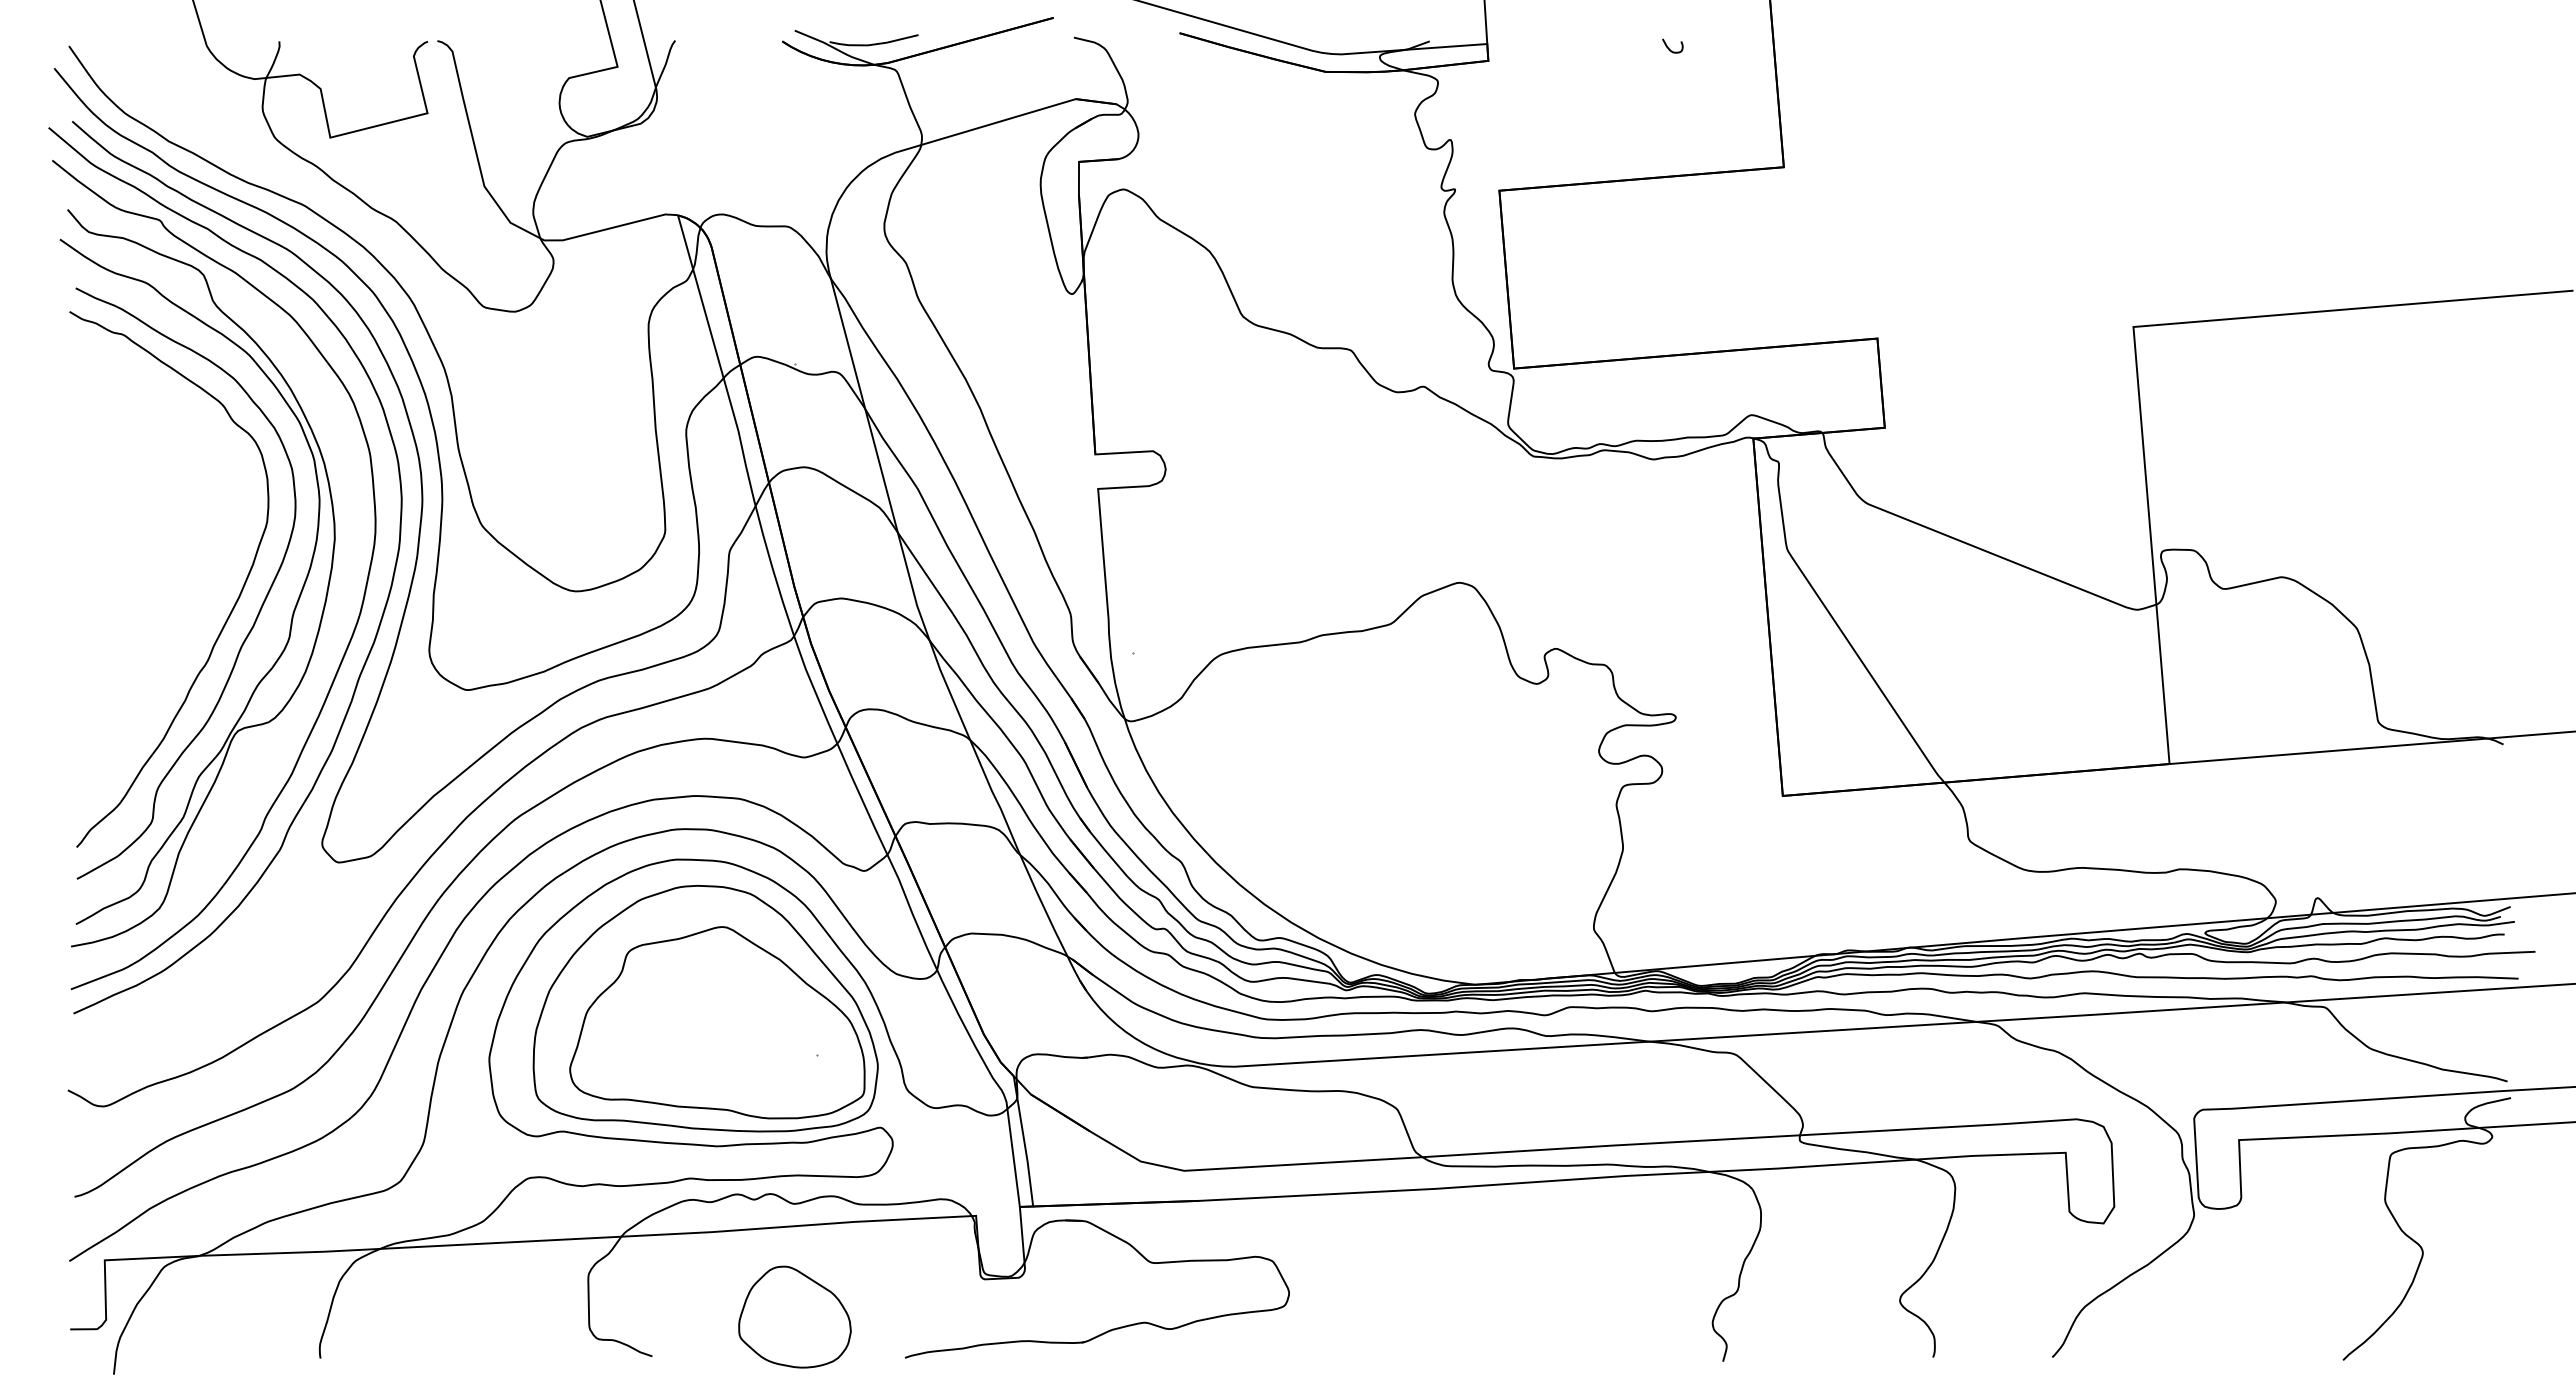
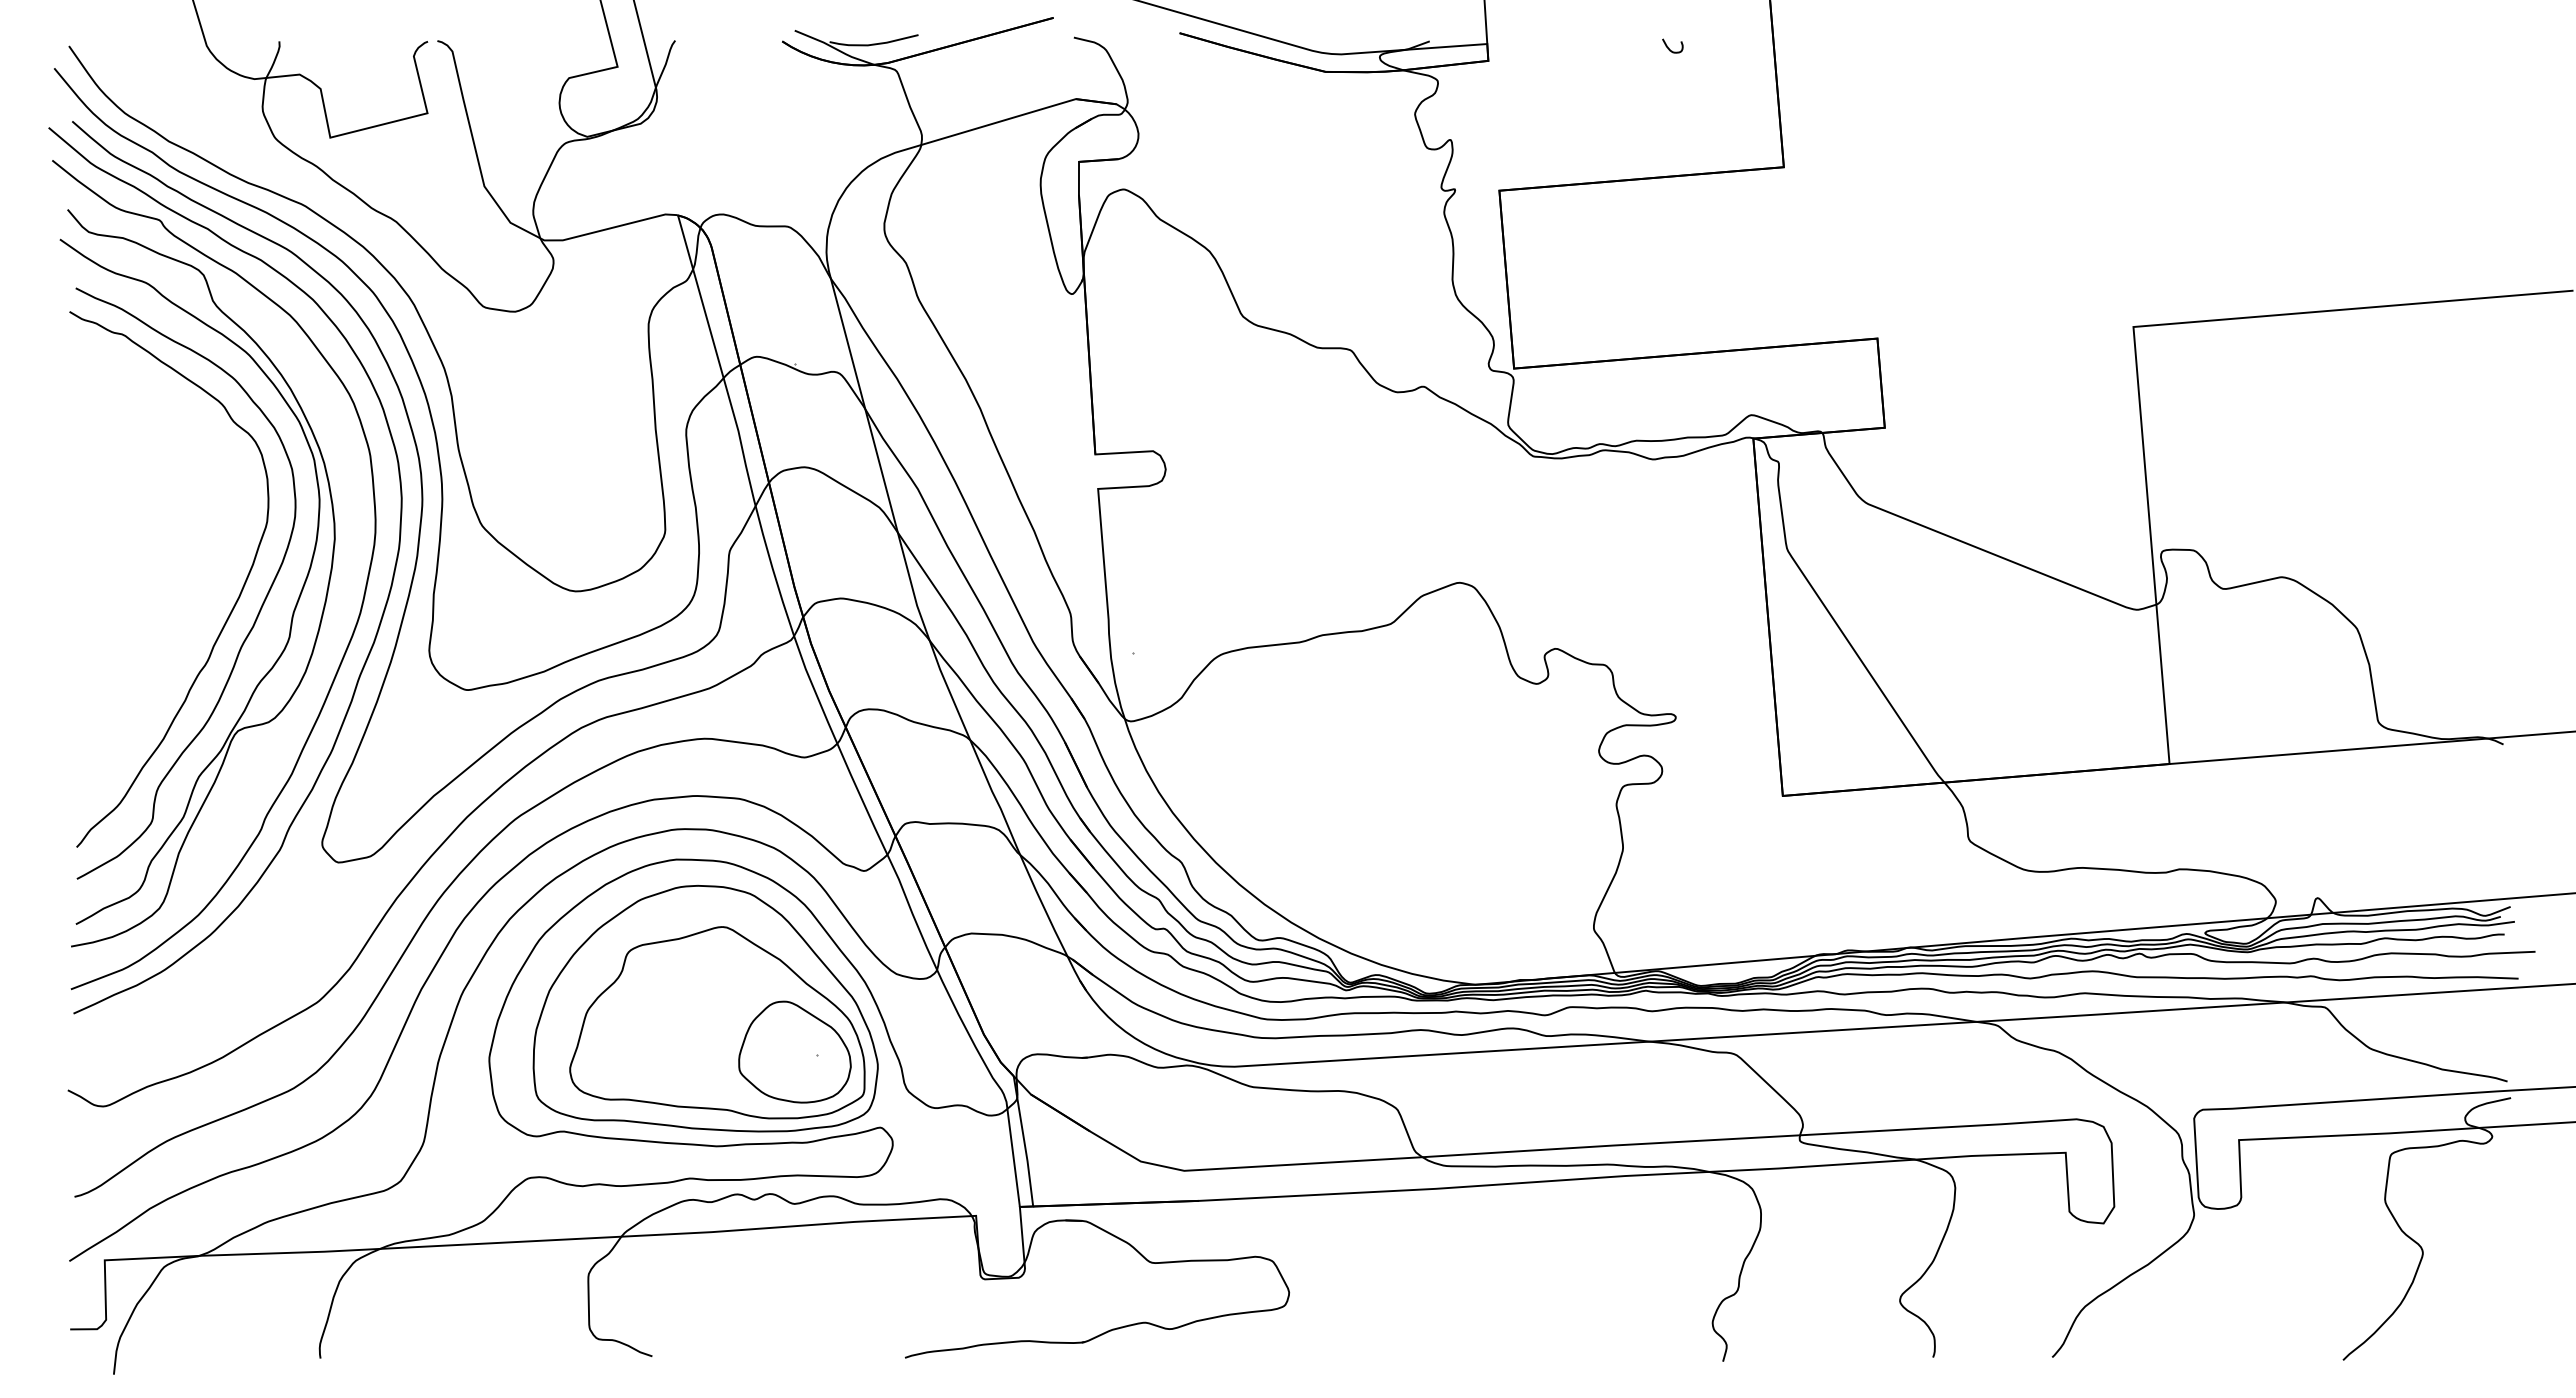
part at (794, 1316) position: (794, 1316) -> (794, 1051)
